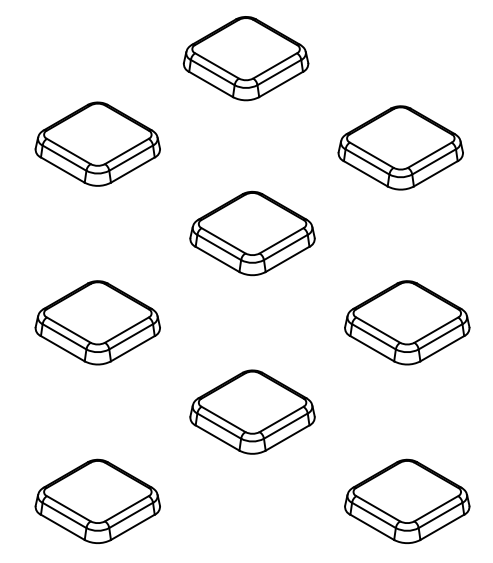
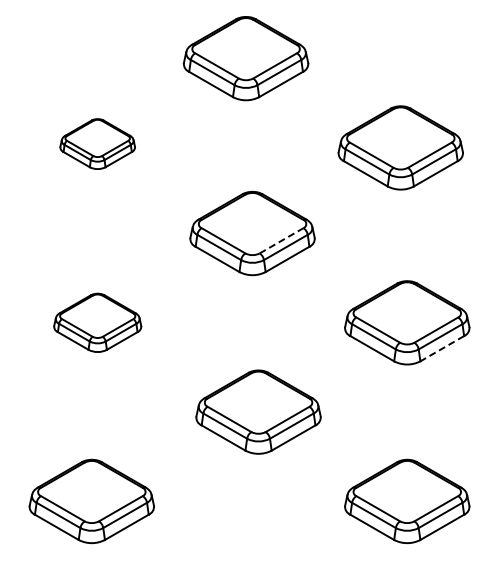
part at (97, 143) size: 127x86 px -> 77x52 px
line at (282, 240): solid -> dashed
part at (97, 322) size: 127x86 px -> 90x61 px
line at (441, 348): solid -> dashed
part at (252, 411) position: (252, 411) -> (258, 411)
part at (97, 500) position: (97, 500) -> (91, 500)
